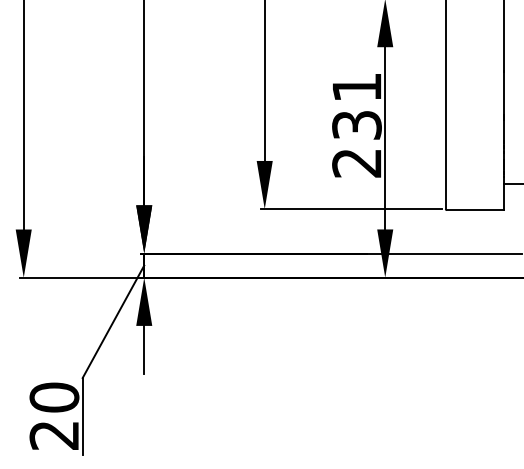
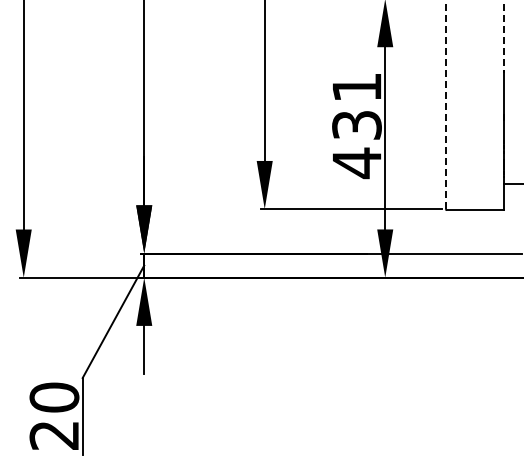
line at (503, 36): solid -> dashed
line at (445, 104): solid -> dashed
text at (356, 163): 231 -> 431
